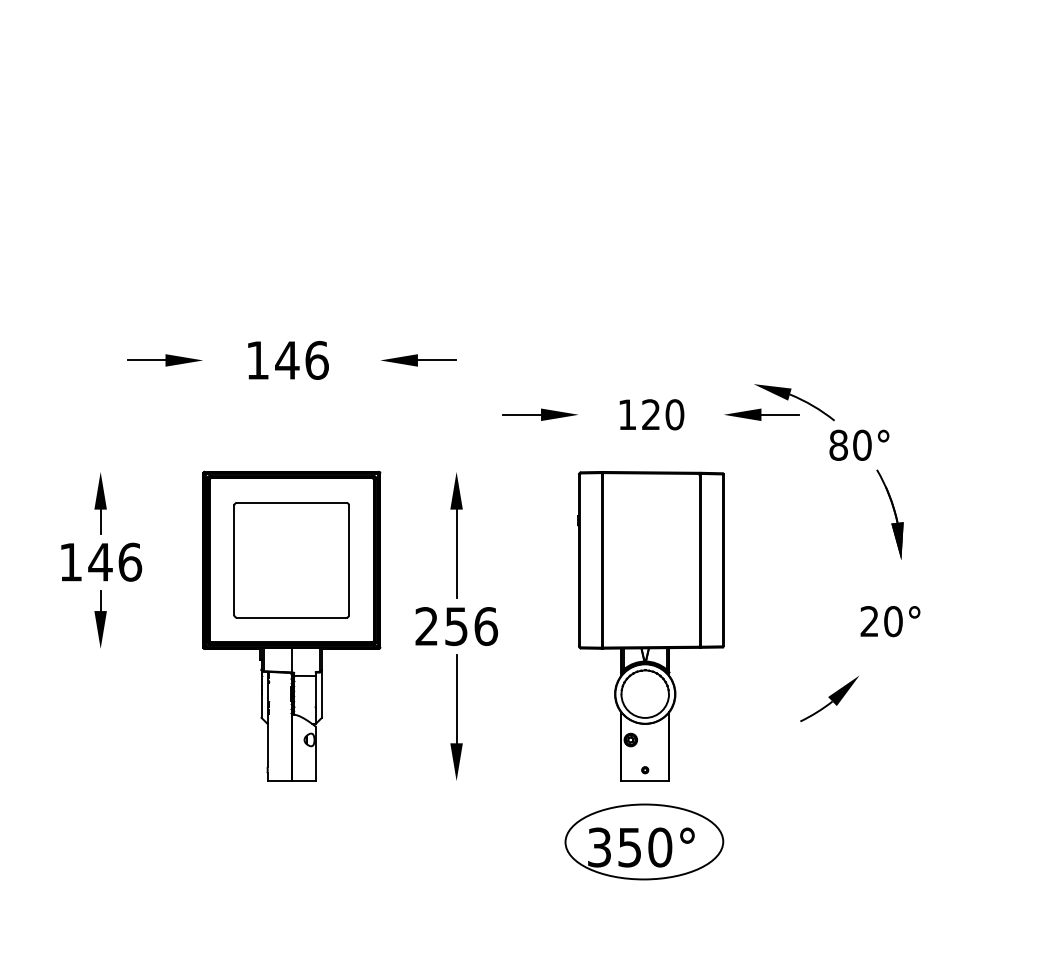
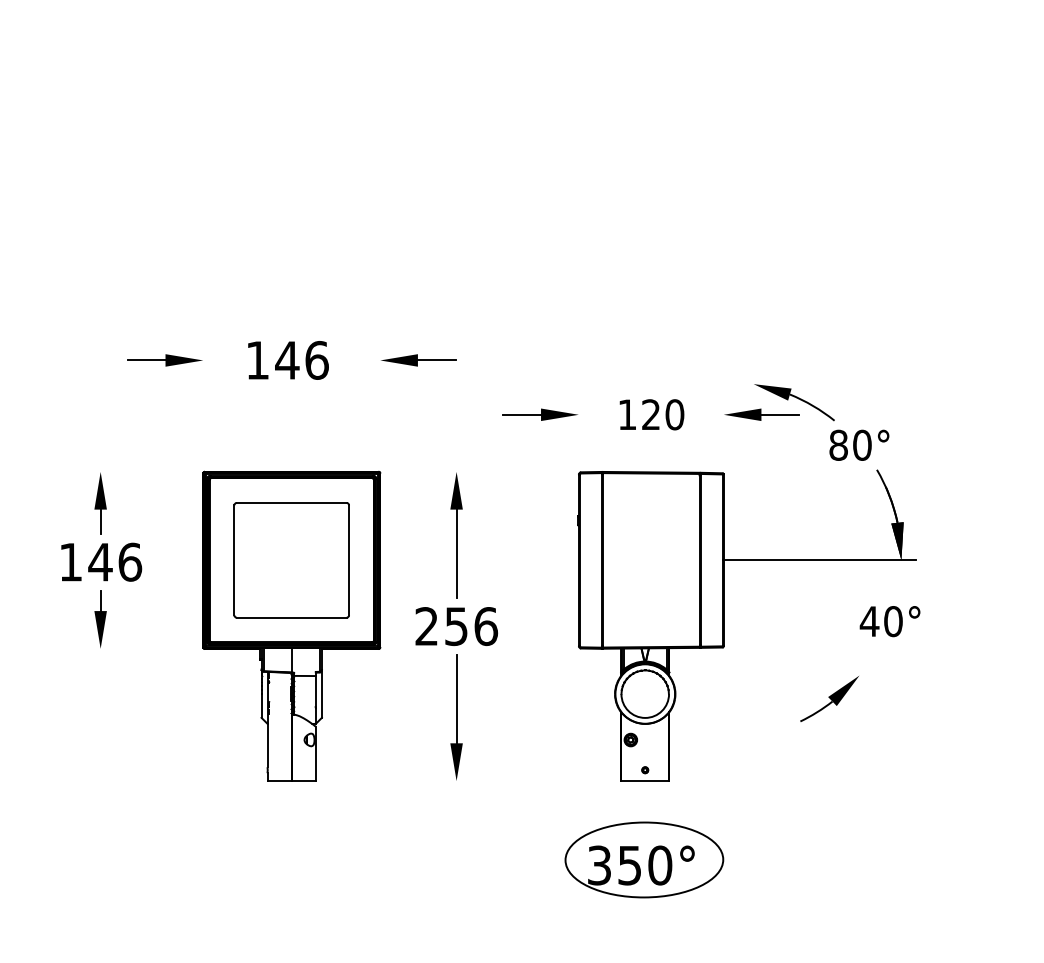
line at (819, 560): none -> present
text at (869, 621): 20° -> 40°
part at (644, 841) position: (644, 841) -> (644, 859)
